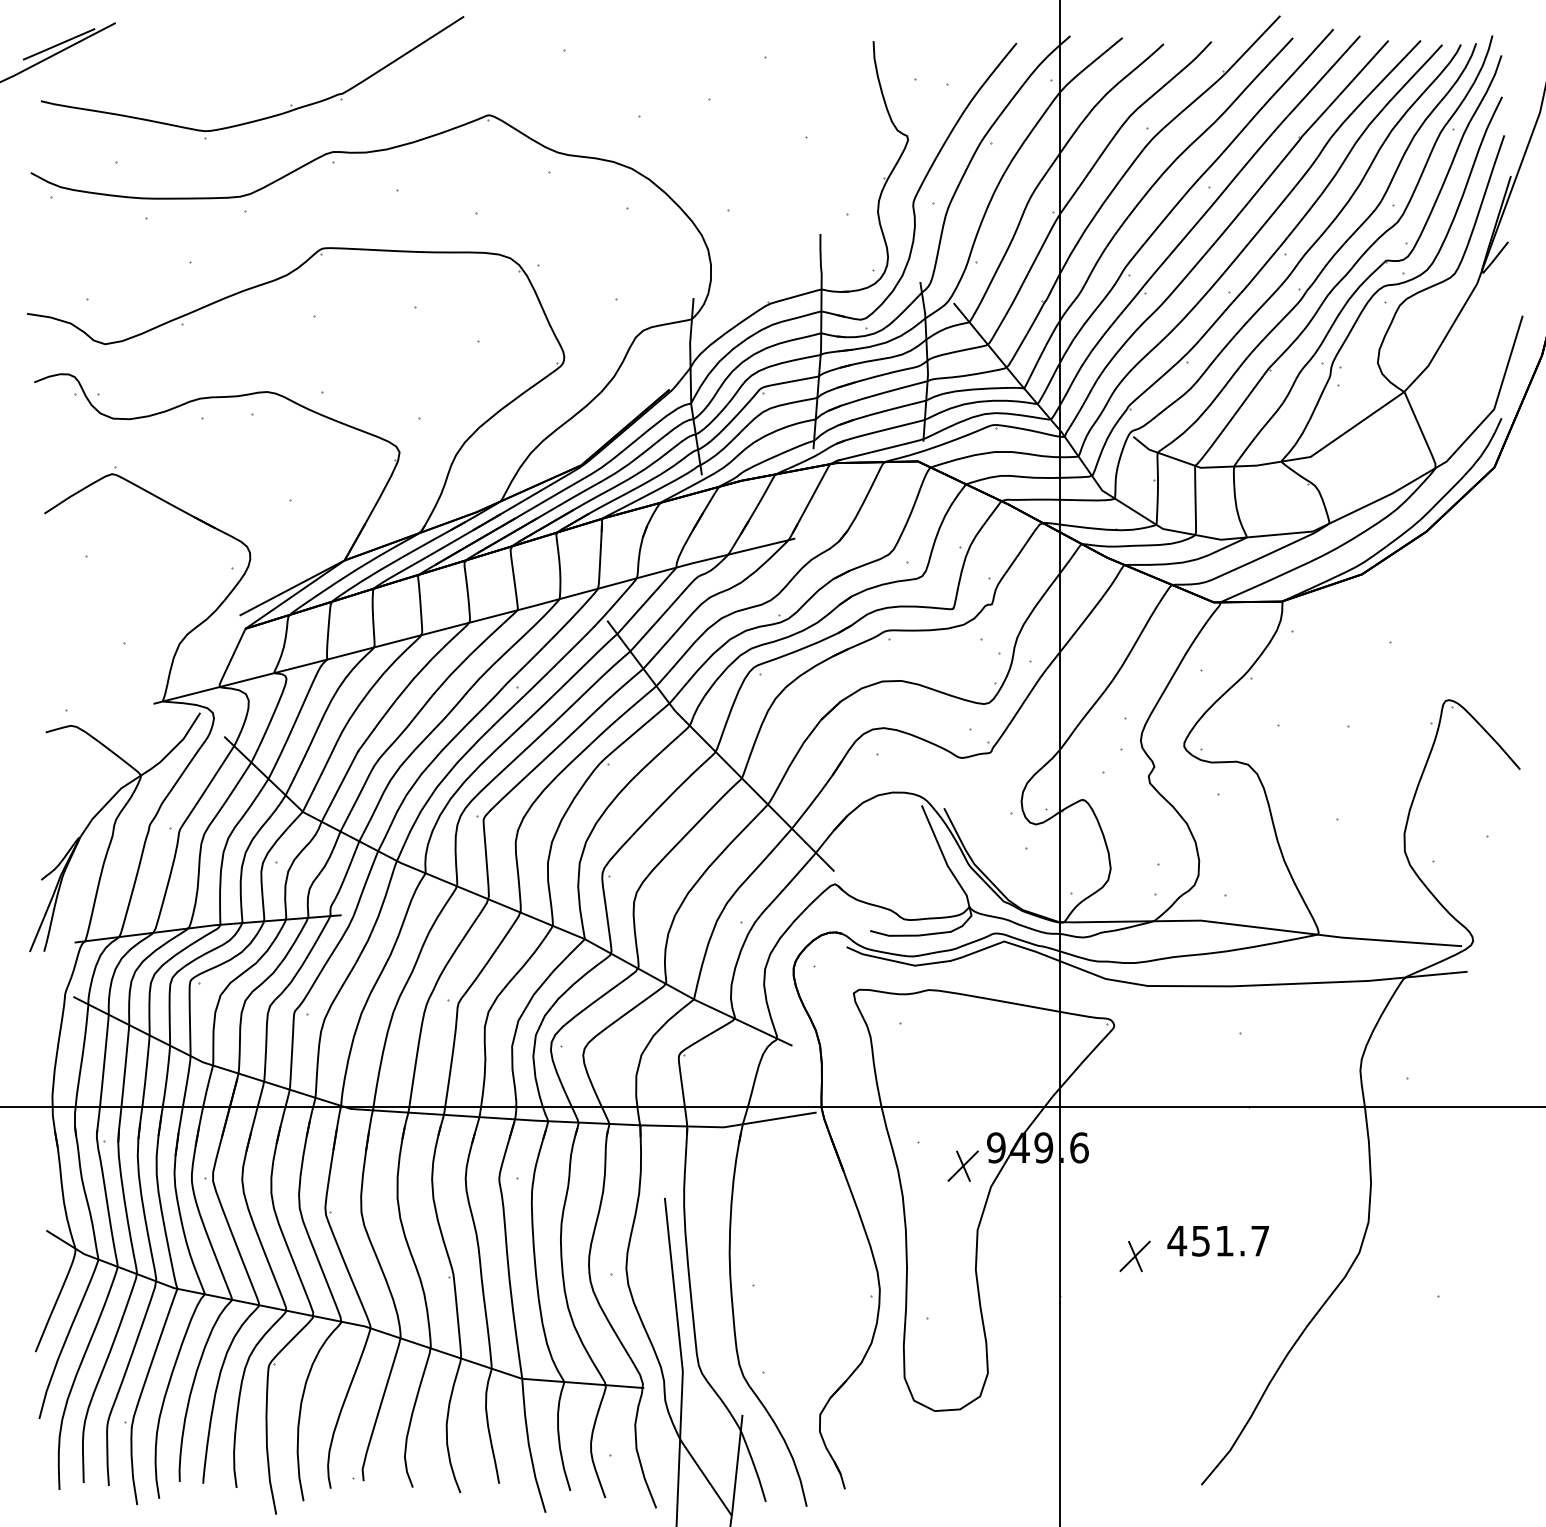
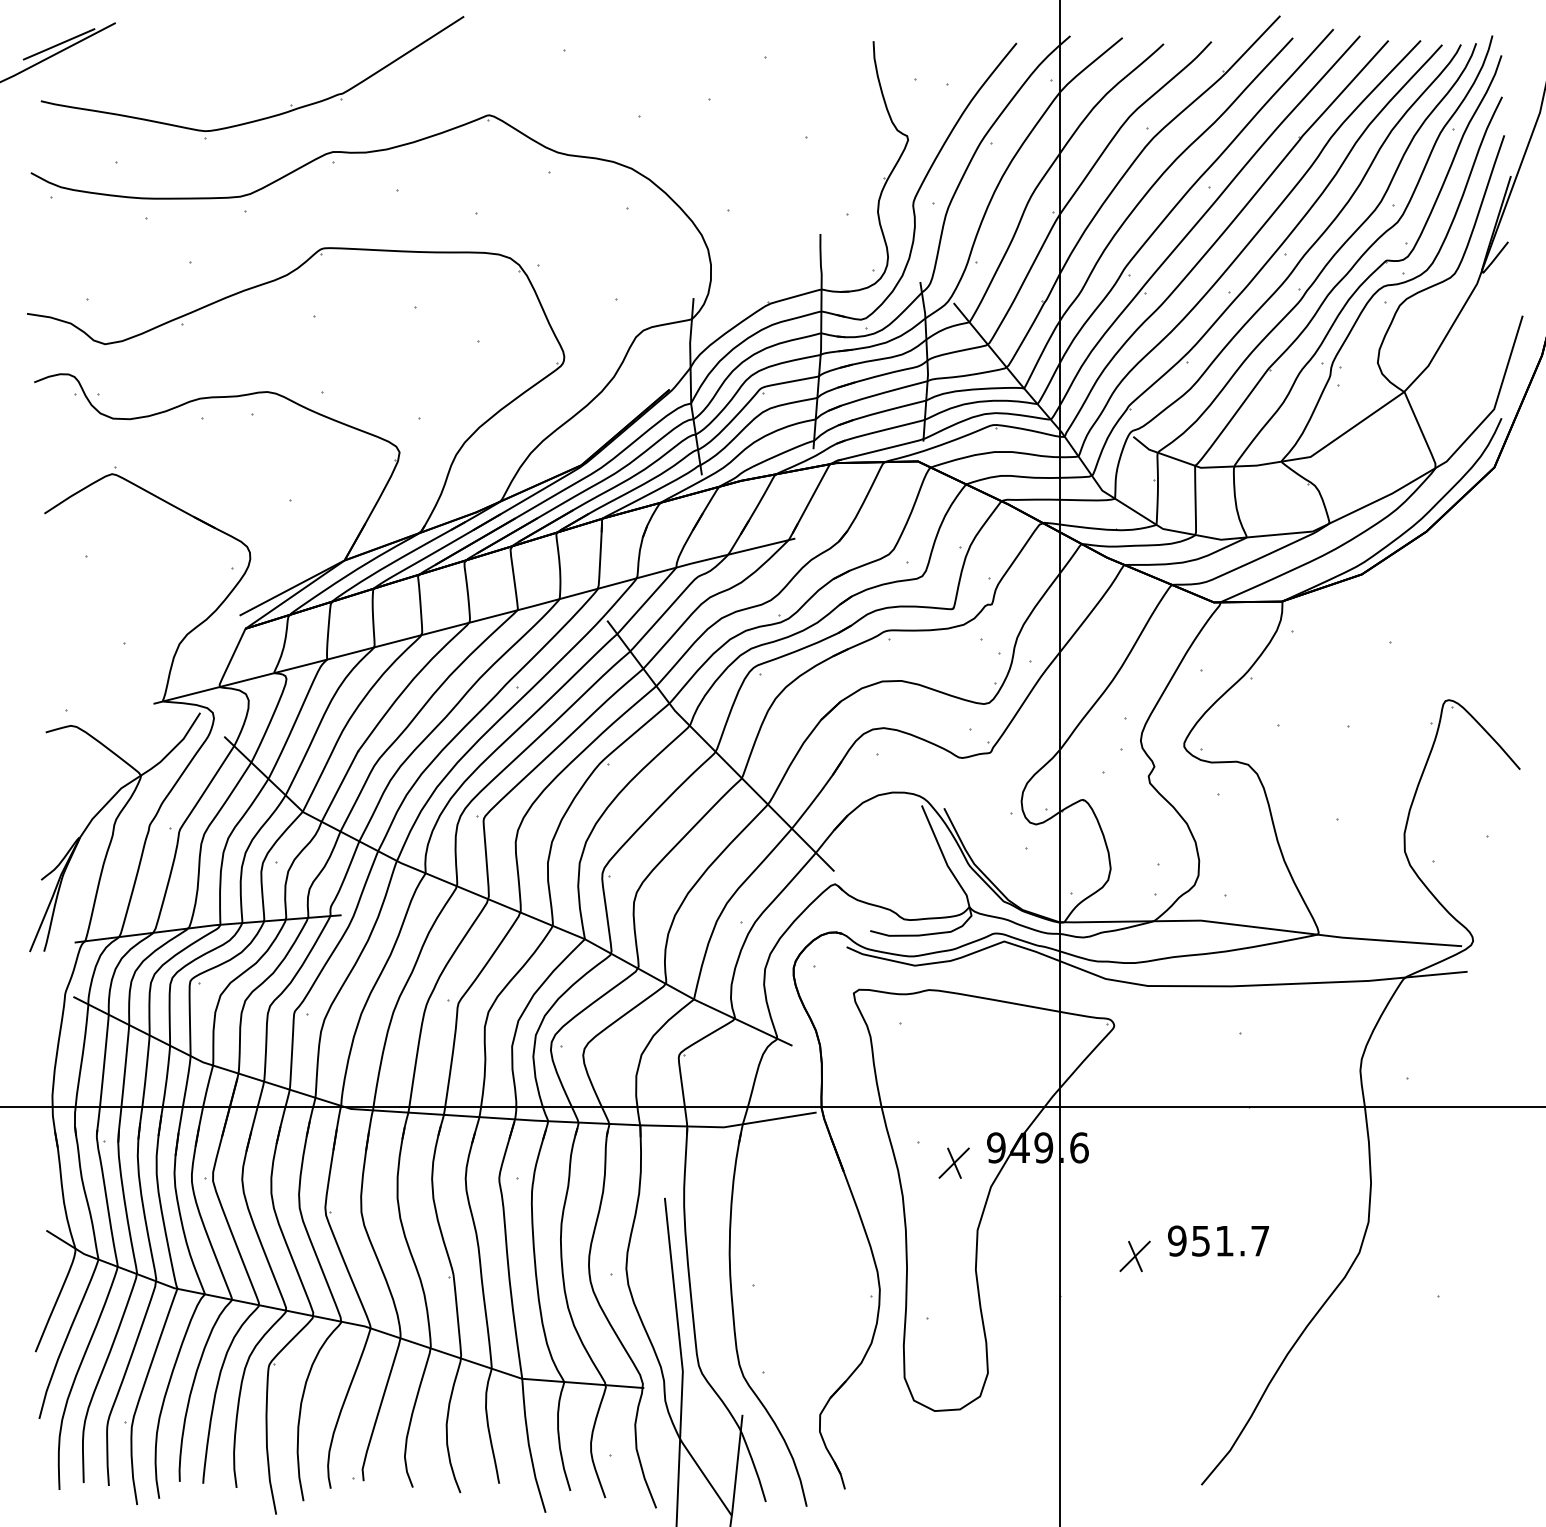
part at (962, 1165) position: (962, 1165) -> (953, 1162)
text at (1177, 1240): 451.7 -> 951.7
